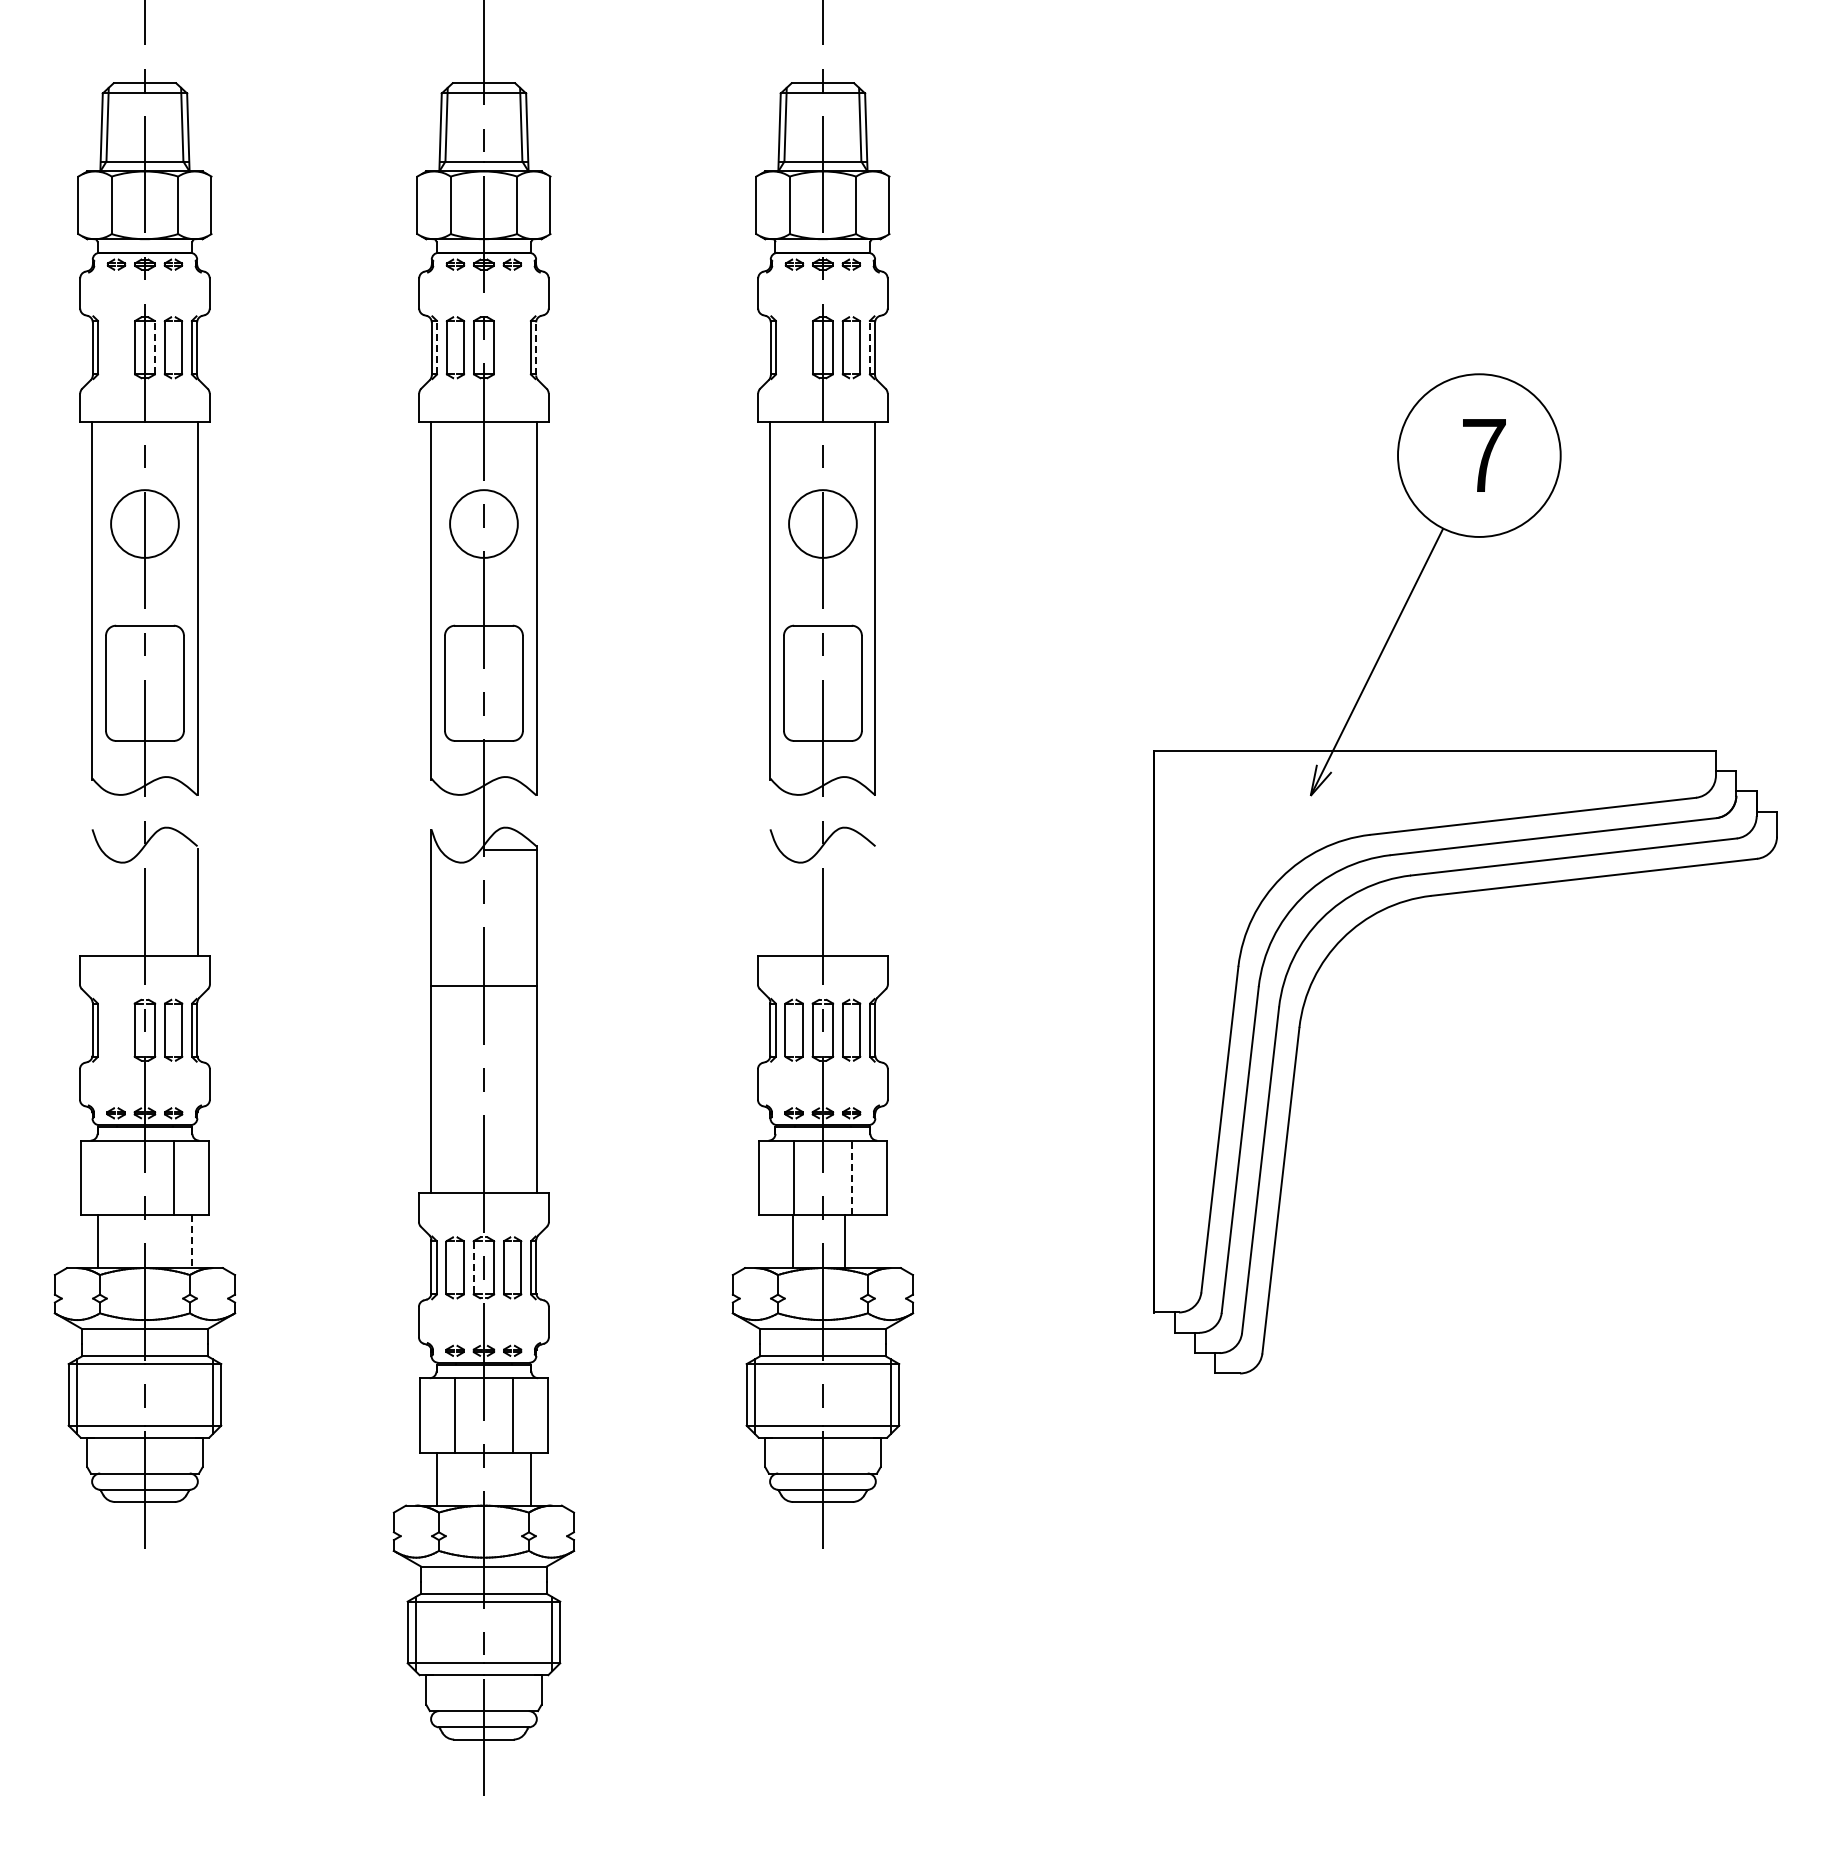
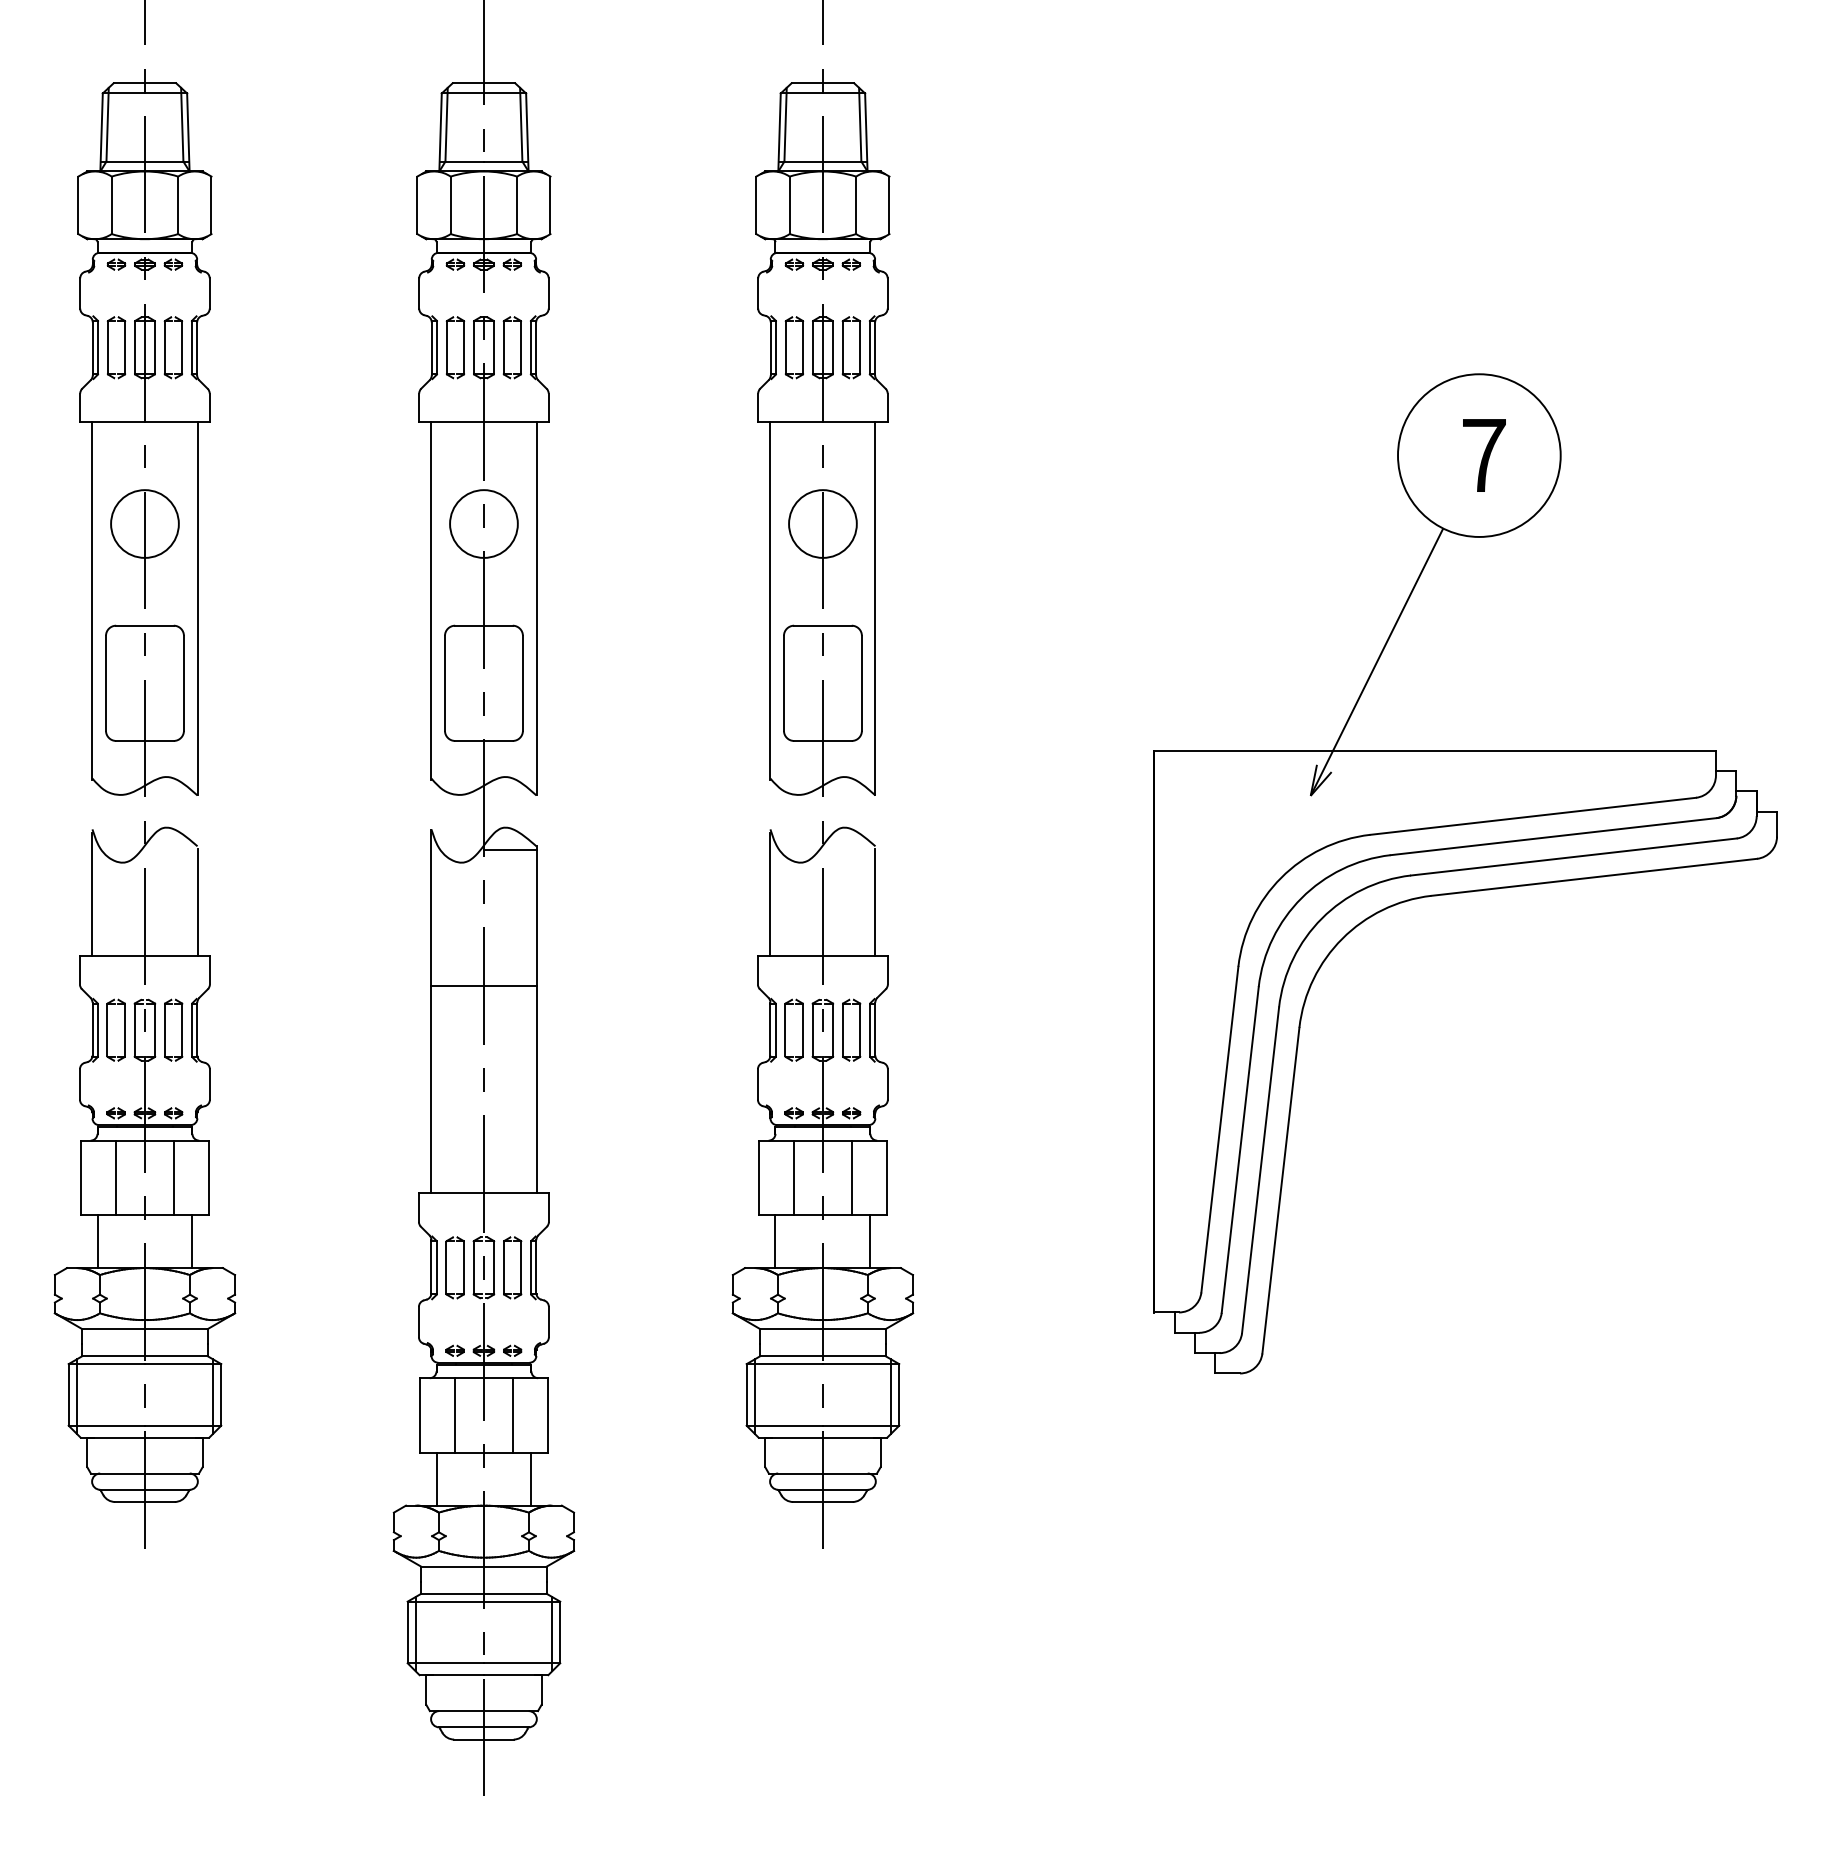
part at (108, 347): none -> present
line at (155, 347): dashed -> solid
line at (437, 347): dashed -> solid
part at (504, 347): none -> present
part at (786, 347): none -> present
line at (869, 347): dashed -> solid
line at (536, 348): dashed -> solid
line at (92, 893): none -> present
line at (770, 893): none -> present
line at (875, 902): none -> present
part at (107, 1029): none -> present
line at (116, 1177): none -> present
line at (851, 1177): dashed -> solid
line at (793, 1241) position: (793, 1241) -> (775, 1241)
line at (845, 1241) position: (845, 1241) -> (870, 1241)
line at (192, 1242): dashed -> solid
line at (473, 1267): dashed -> solid
